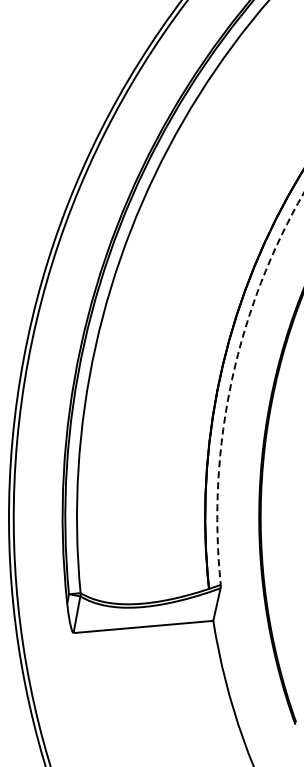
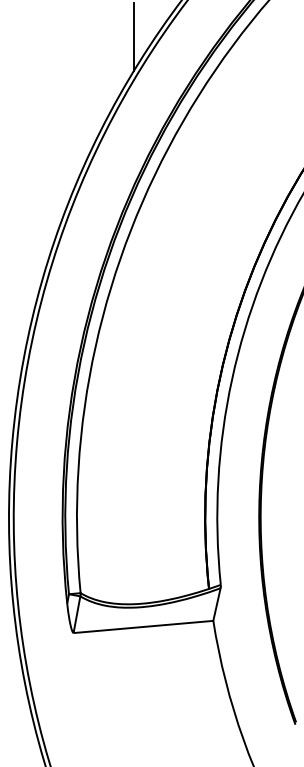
line at (133, 37): none -> present
arc at (231, 381): dashed -> solid
